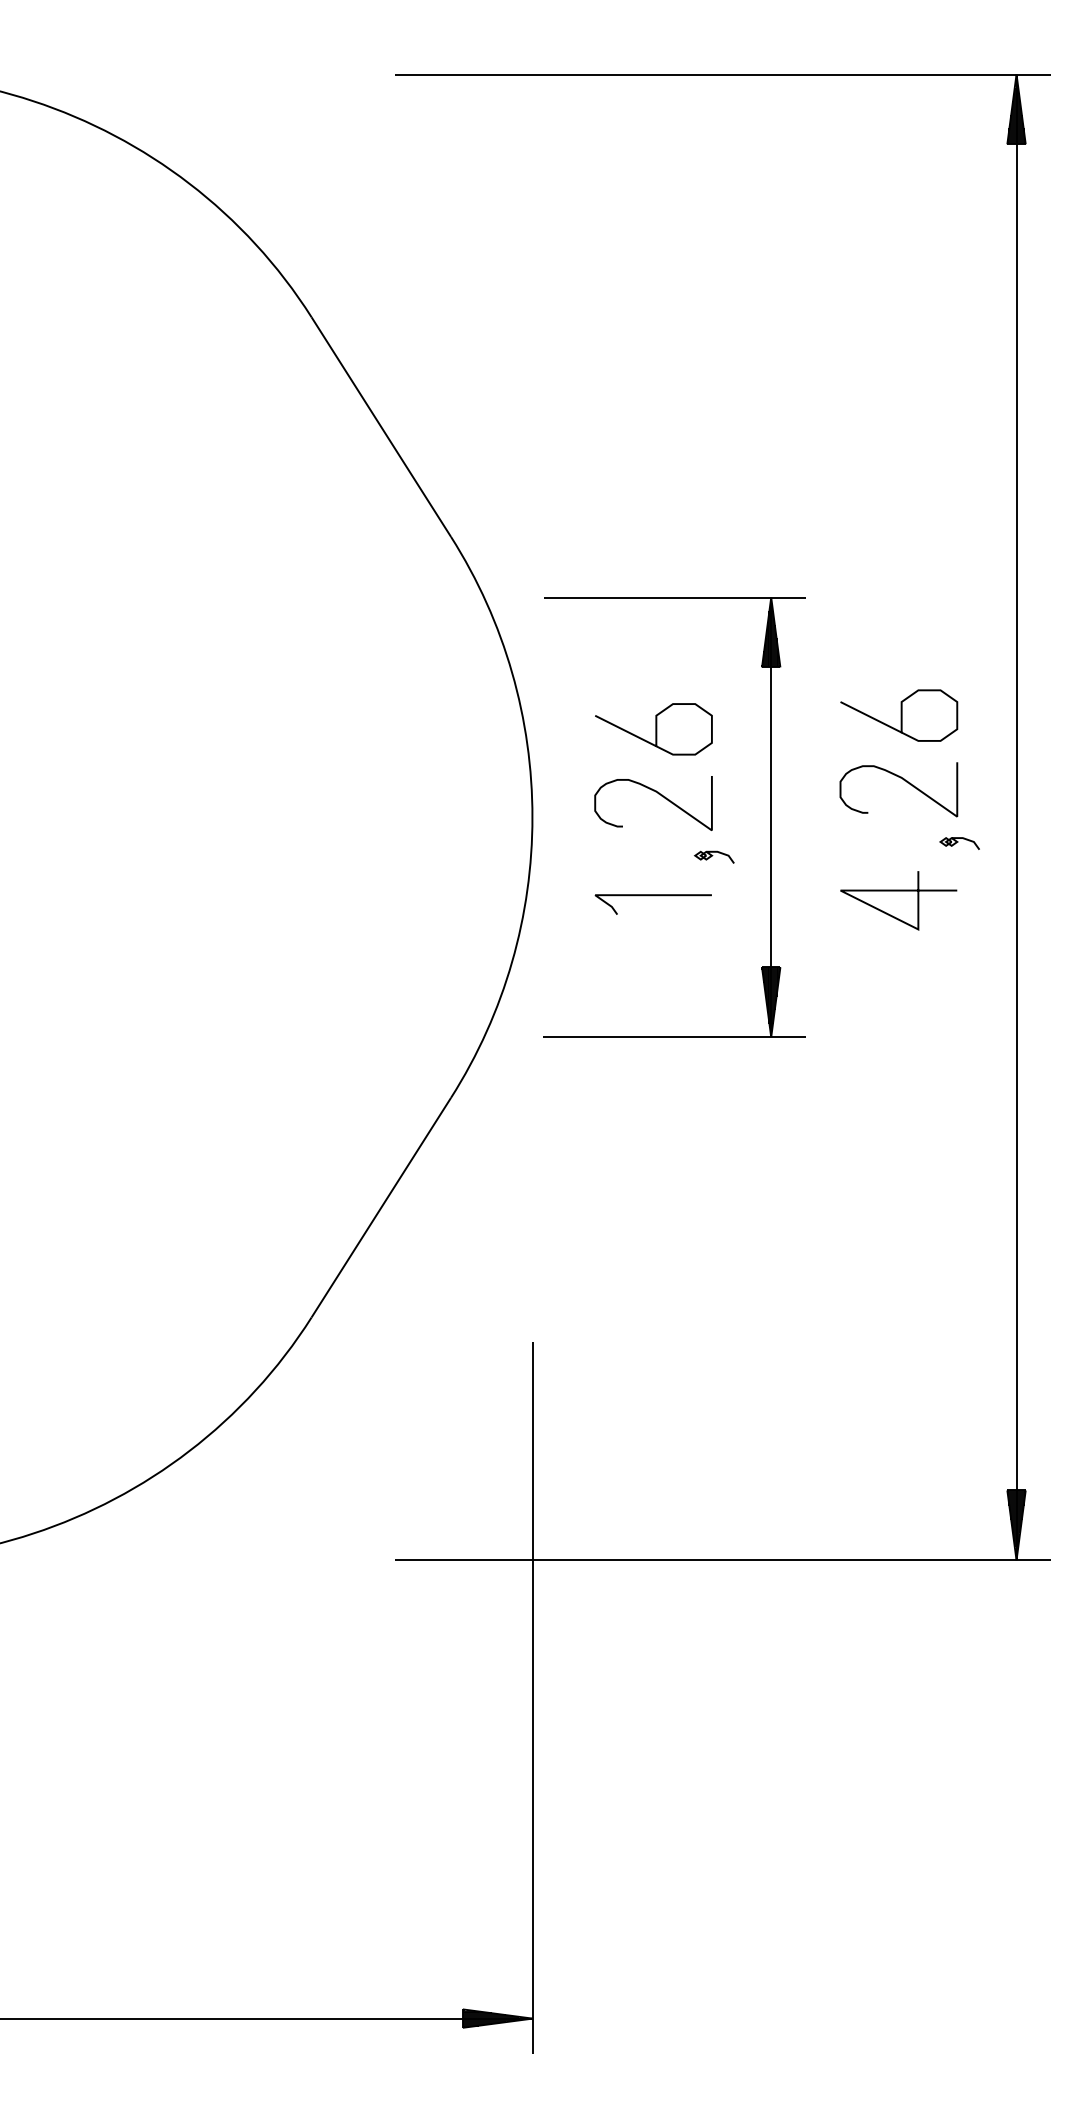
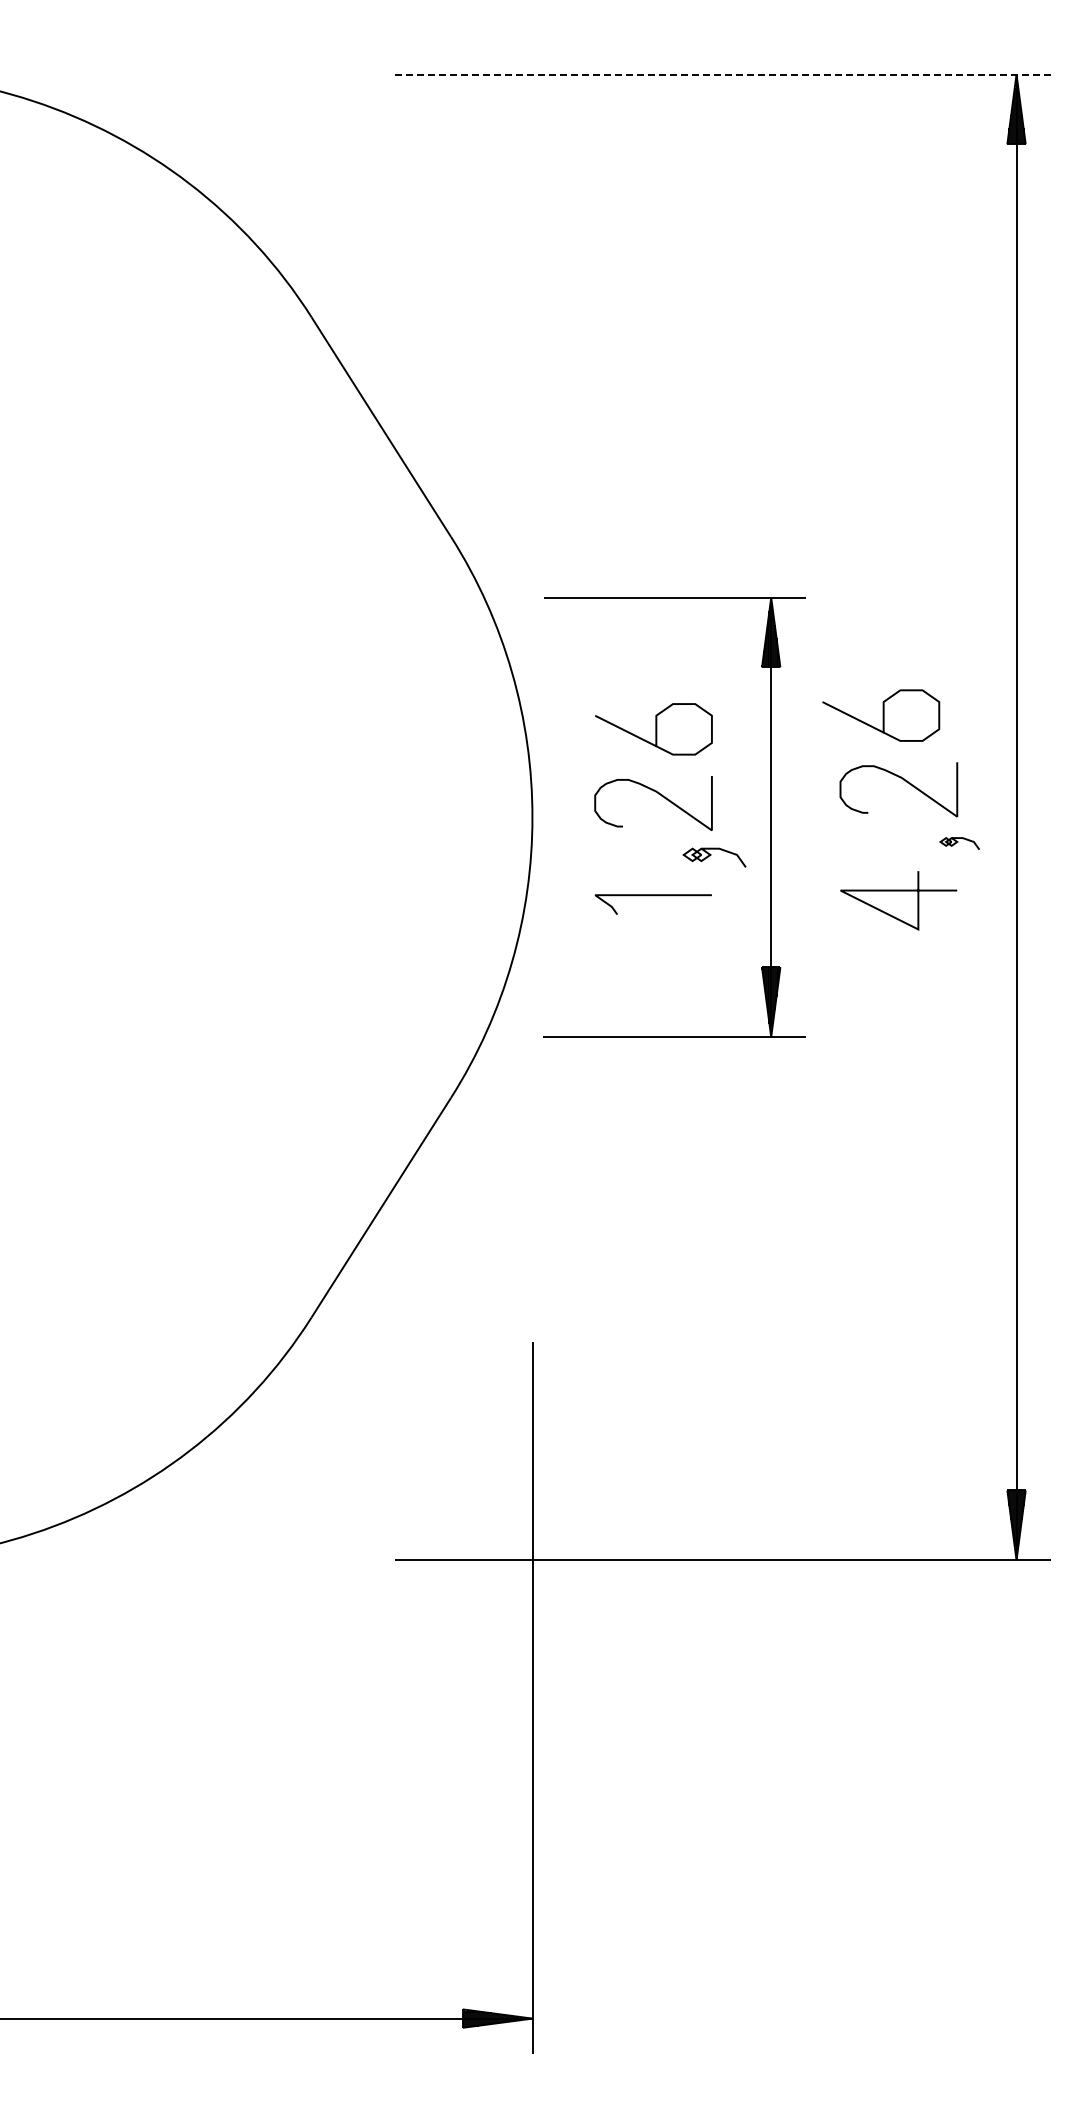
line at (723, 74): solid -> dashed
curve at (900, 715) position: (900, 715) -> (882, 715)
part at (714, 856) size: 41x14 px -> 65x21 px
